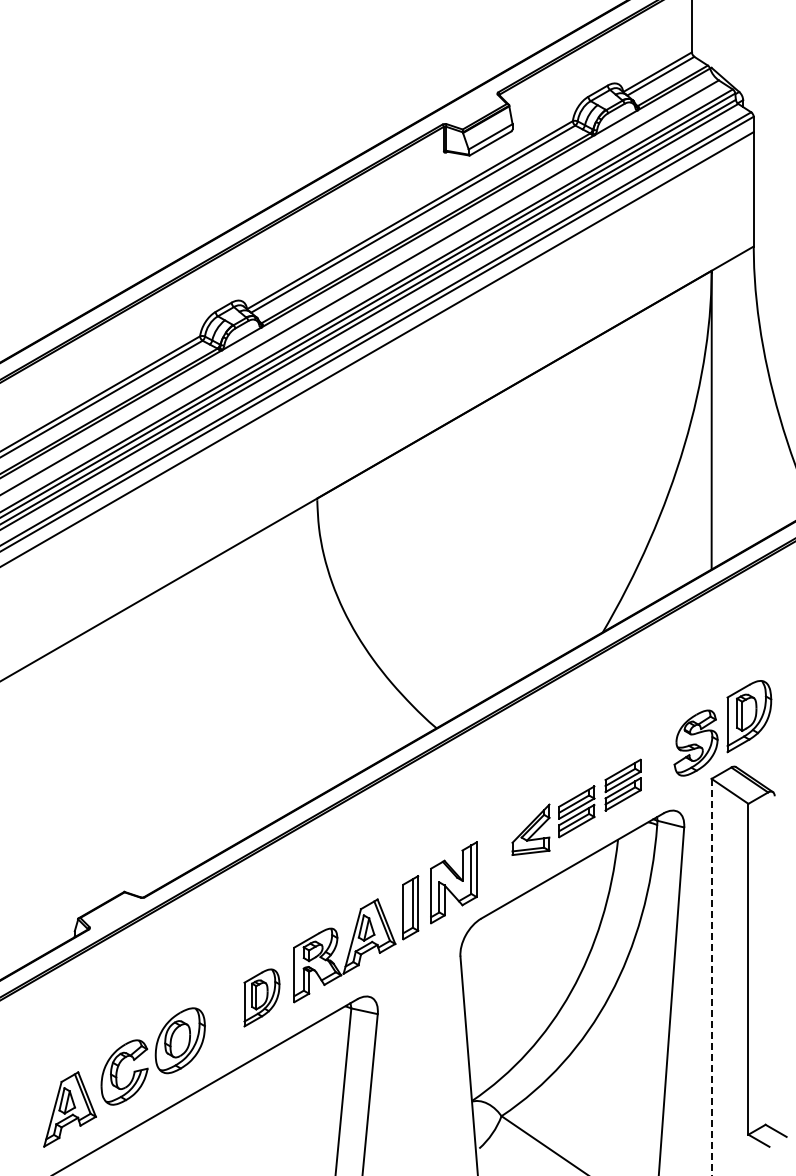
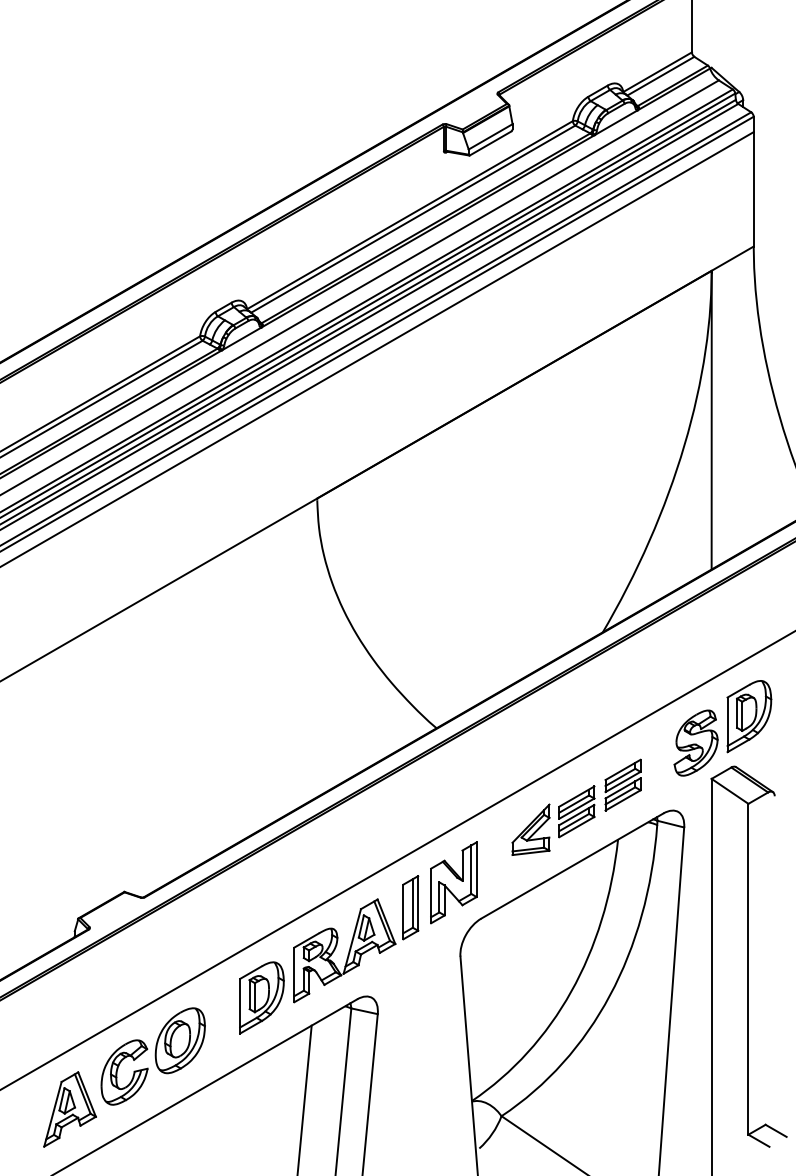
line at (397, 860): none -> present
line at (711, 977): dashed -> solid
part at (261, 997) size: 38x60 px -> 46x74 px
line at (304, 1098): none -> present
